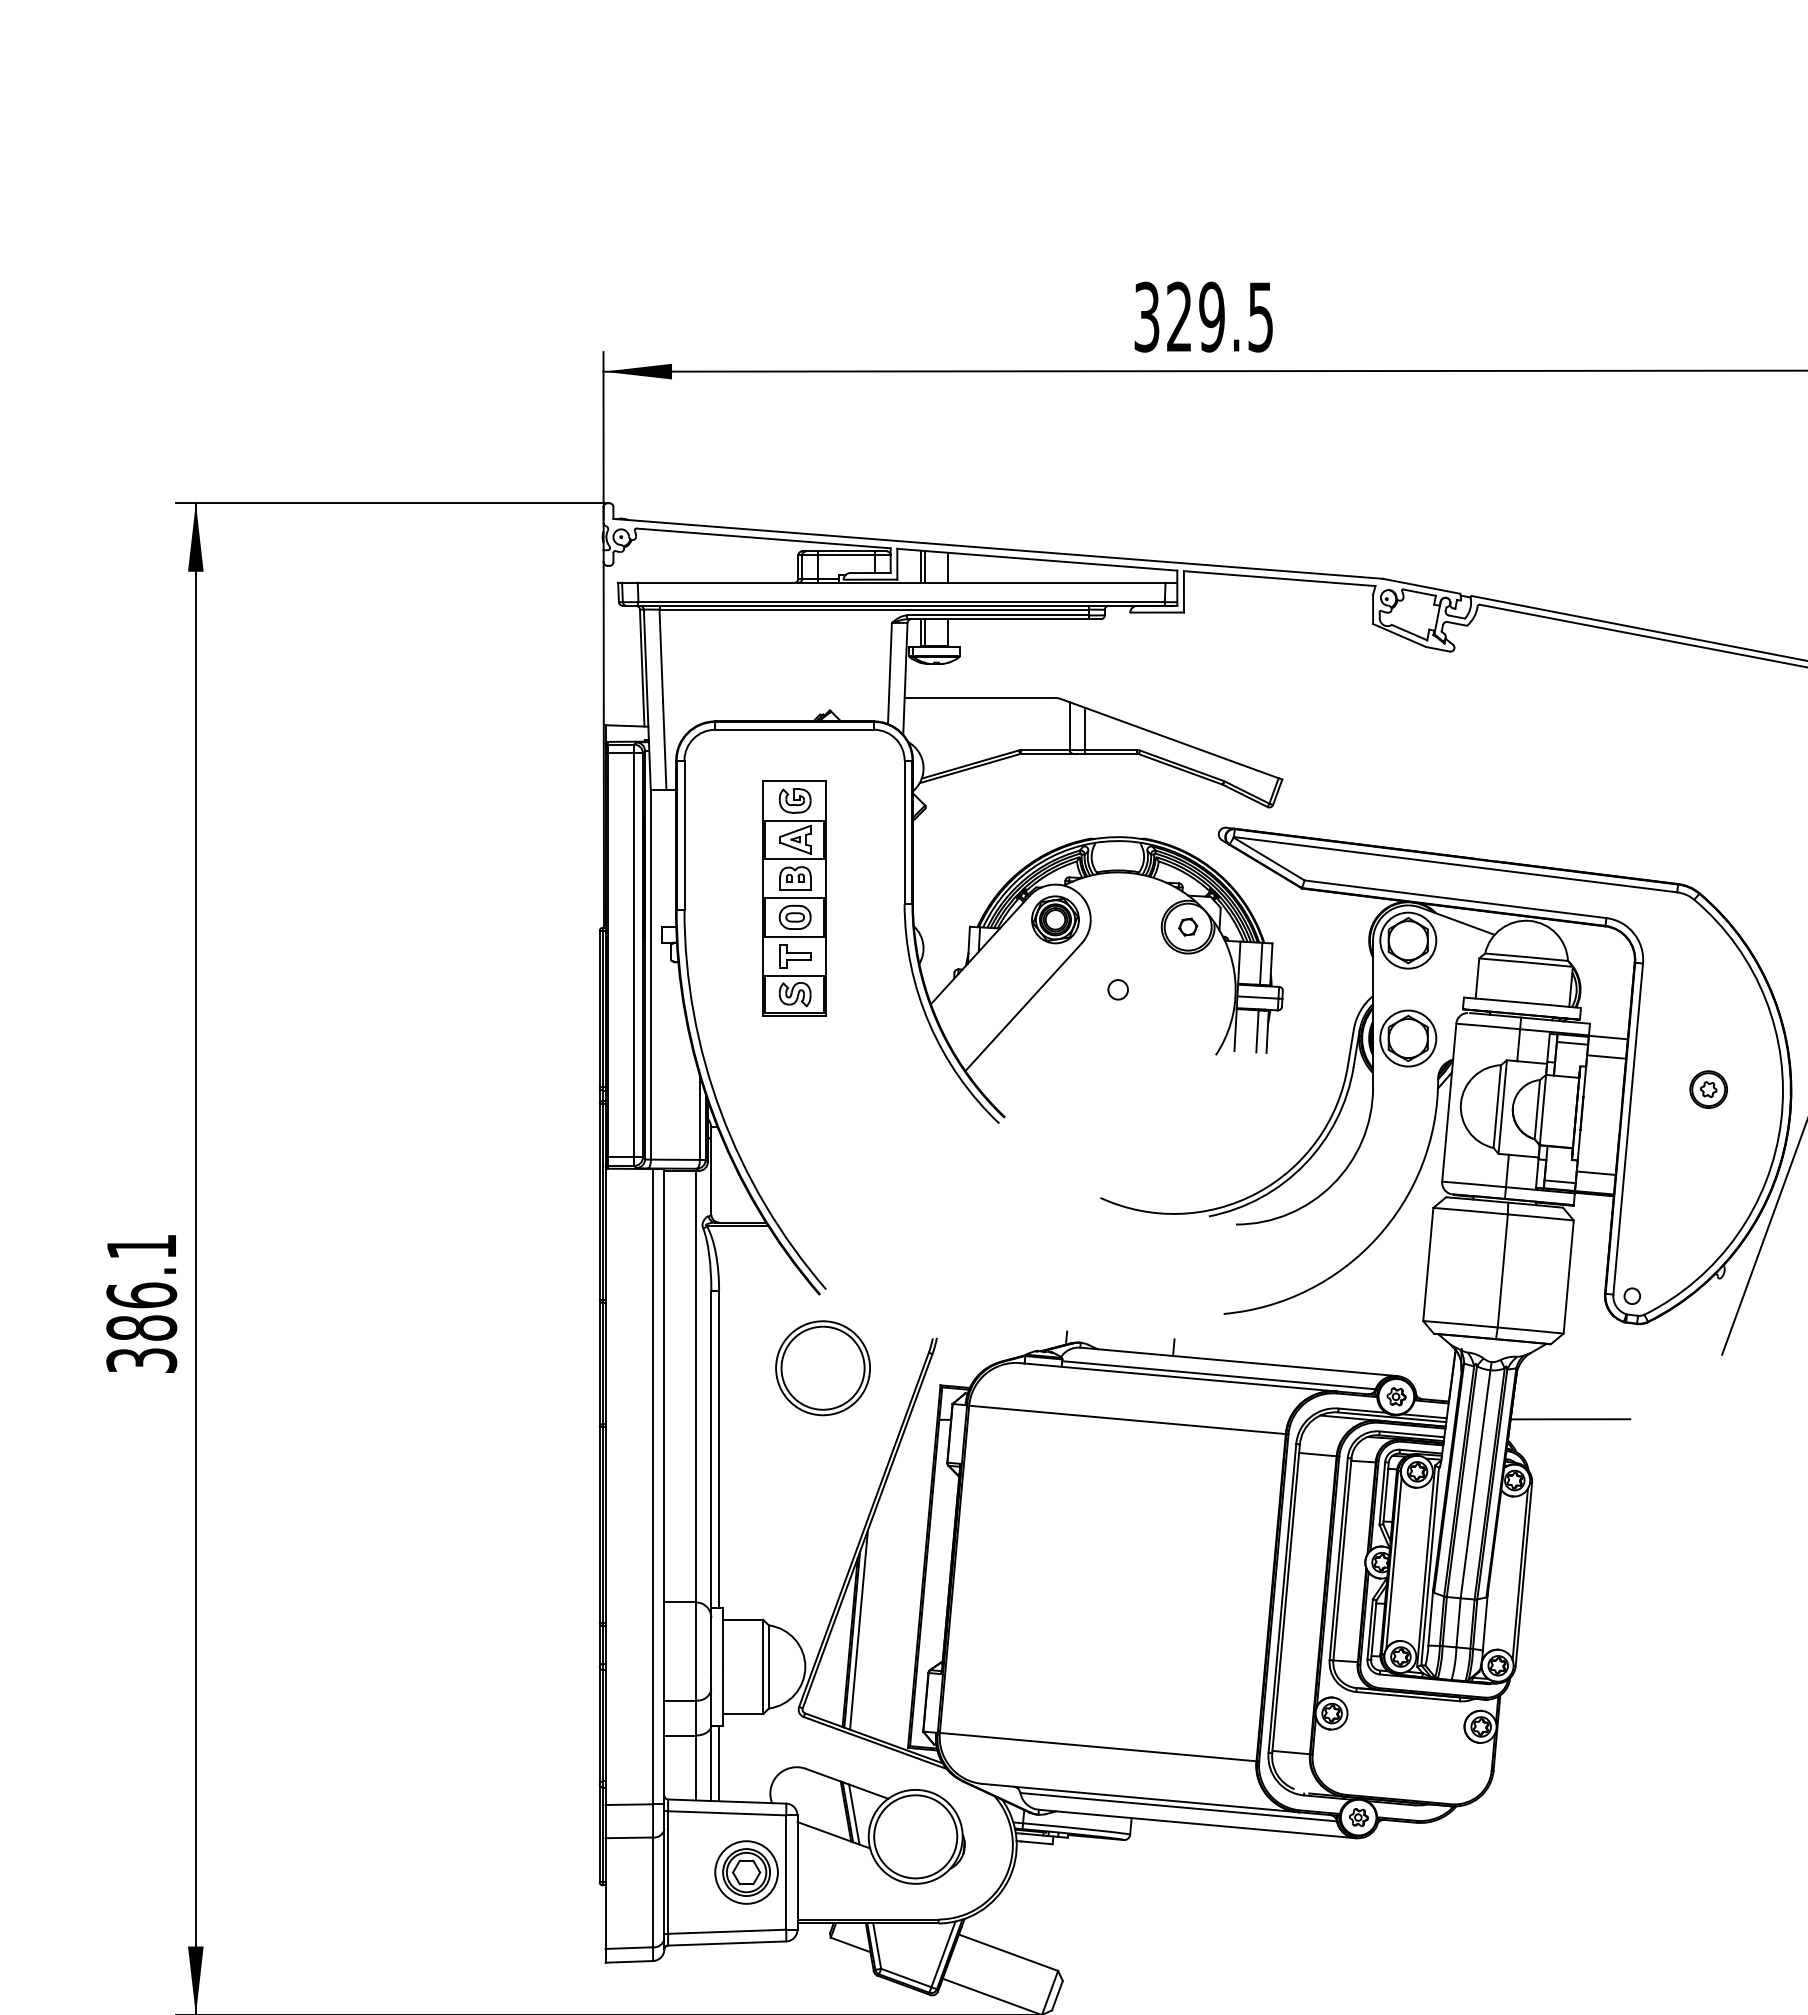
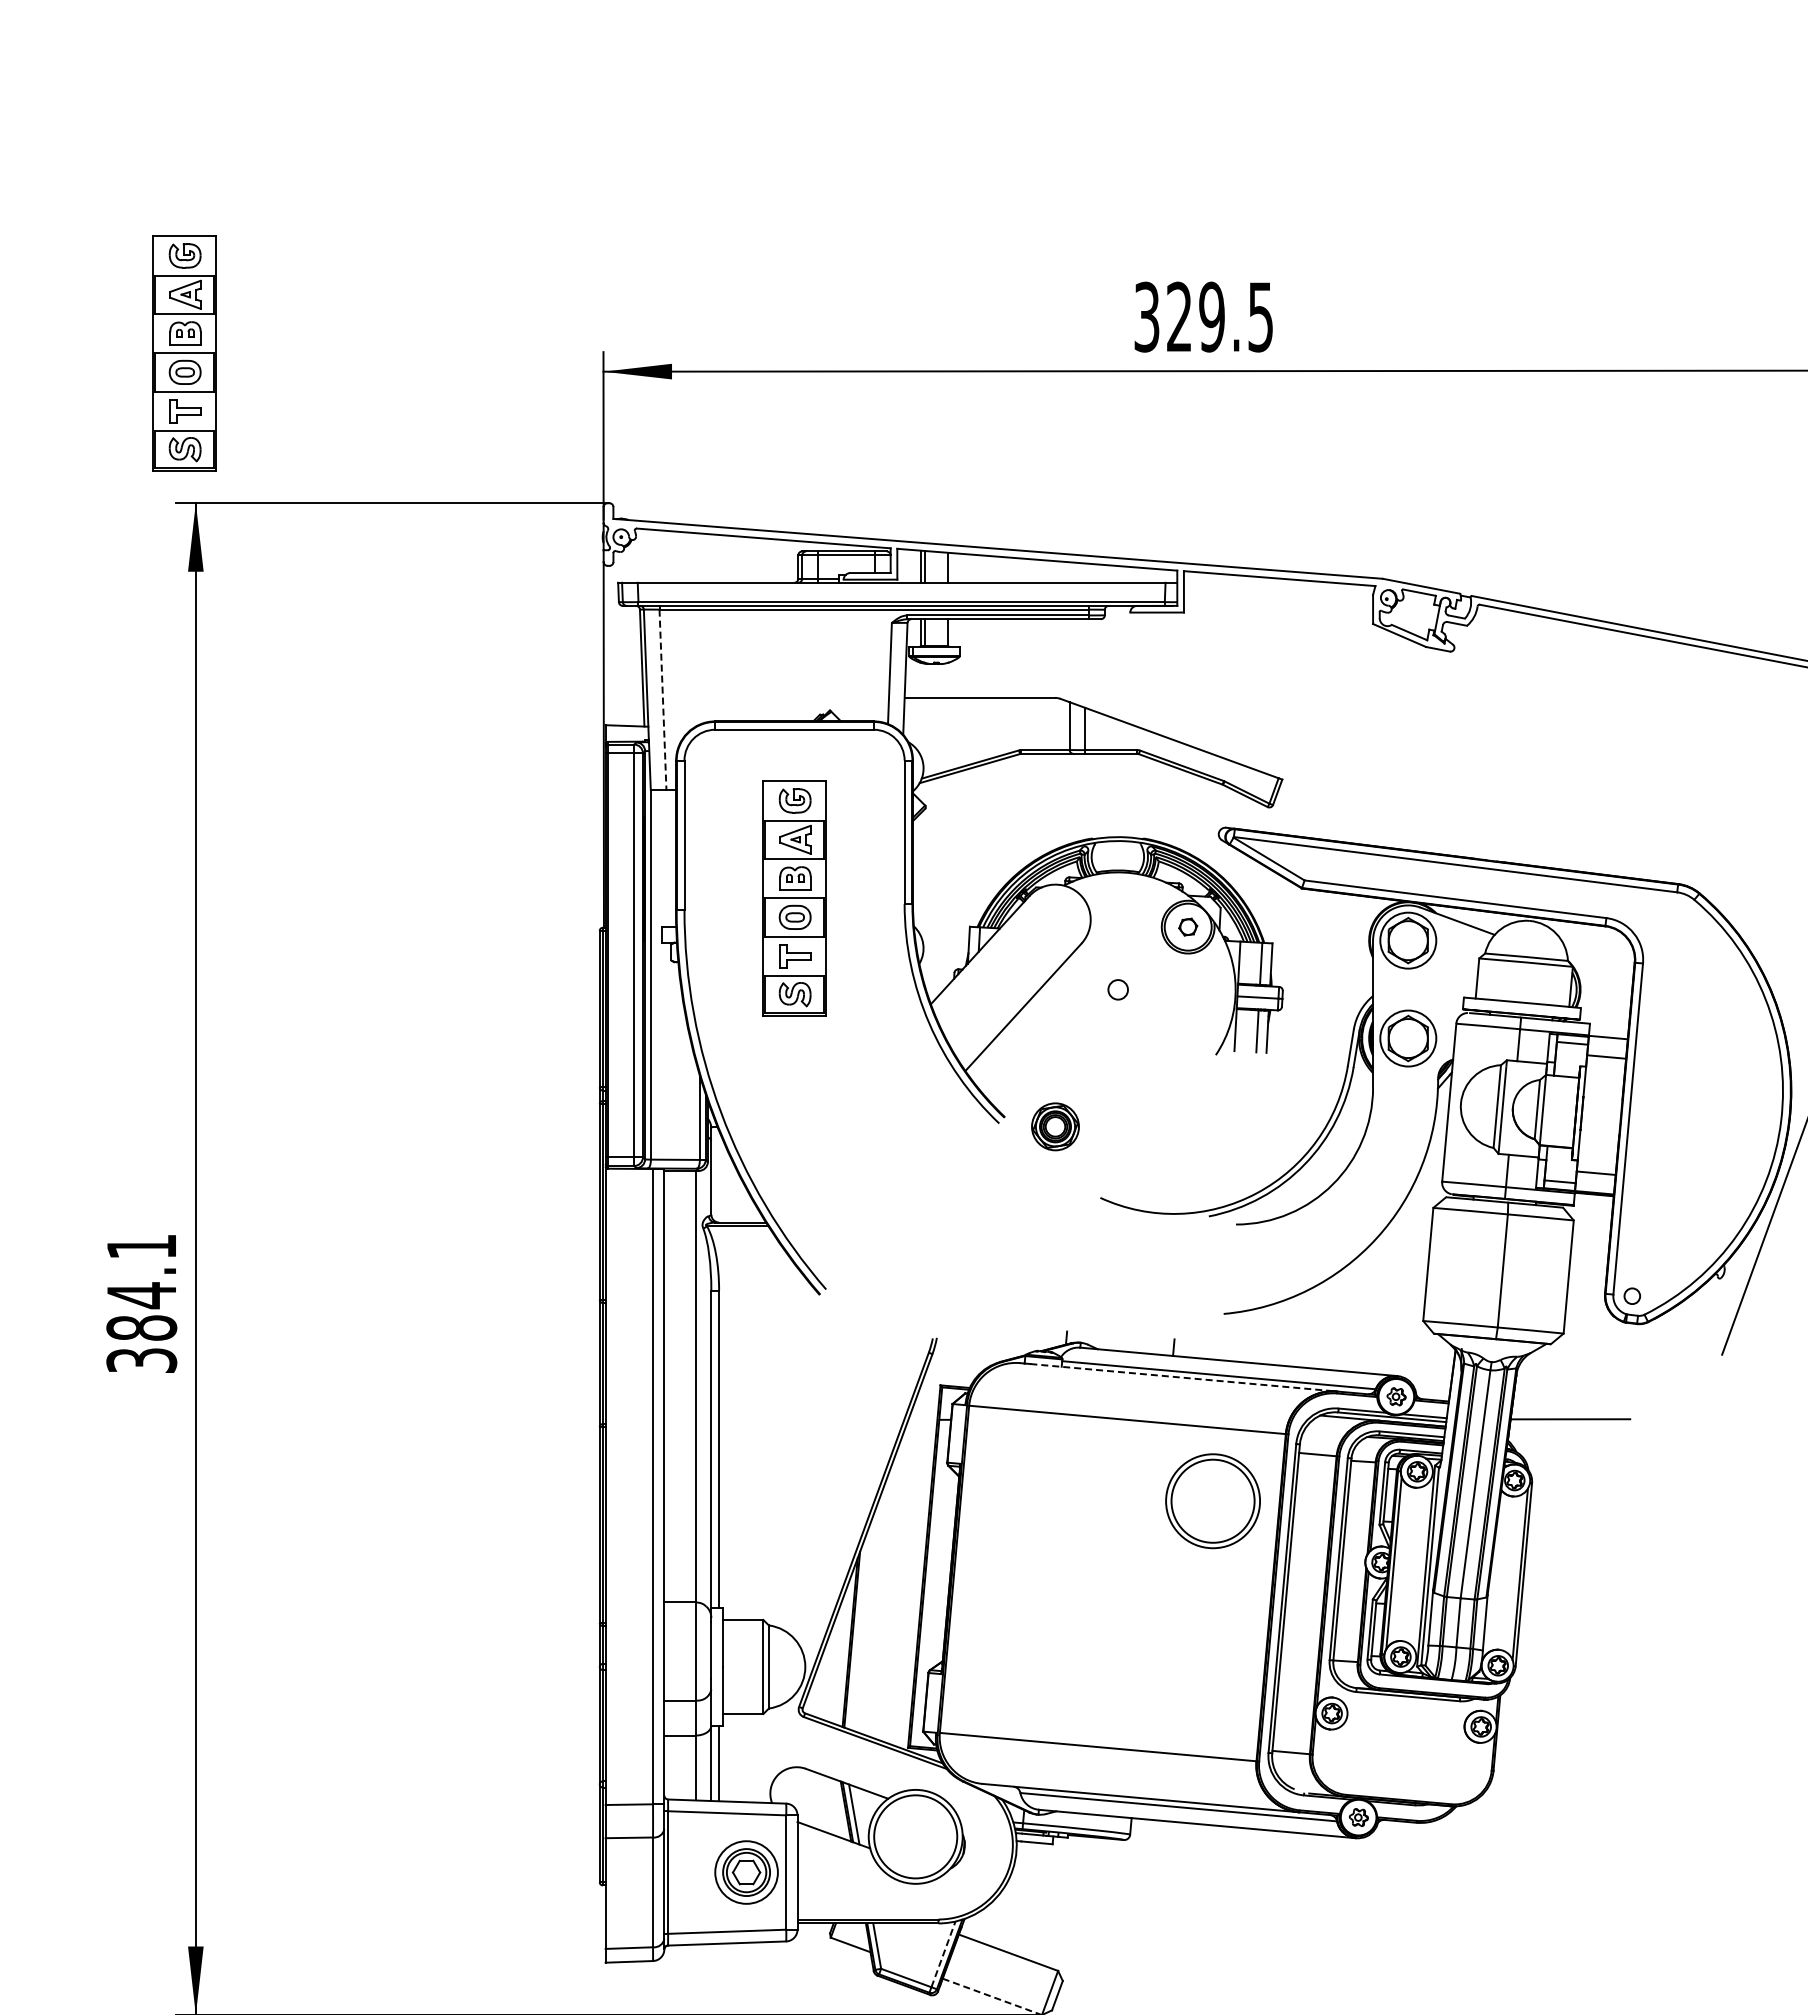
part at (184, 353): none -> present
line at (663, 700): solid -> dashed
part at (1055, 919) position: (1055, 919) -> (1055, 1126)
part at (1708, 1089): present -> none
text at (141, 1295): 386.1 -> 384.1
part at (822, 1368) position: (822, 1368) -> (1212, 1501)
line at (1183, 1377): solid -> dashed
line at (858, 1629): present -> none
line at (943, 1954): solid -> dashed
line at (992, 1996): solid -> dashed
